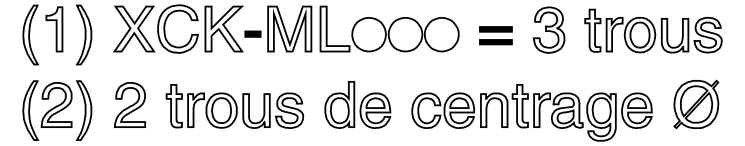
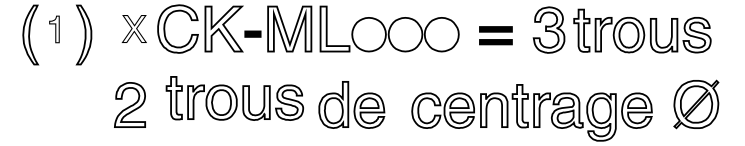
part at (134, 28) size: 43x48 px -> 26x28 px
part at (54, 29) size: 19x47 px -> 11x29 px
part at (653, 30) position: (653, 30) -> (642, 30)
part at (357, 104) position: (357, 104) -> (351, 104)
part at (234, 106) position: (234, 106) -> (234, 98)
part at (57, 110): present -> none
